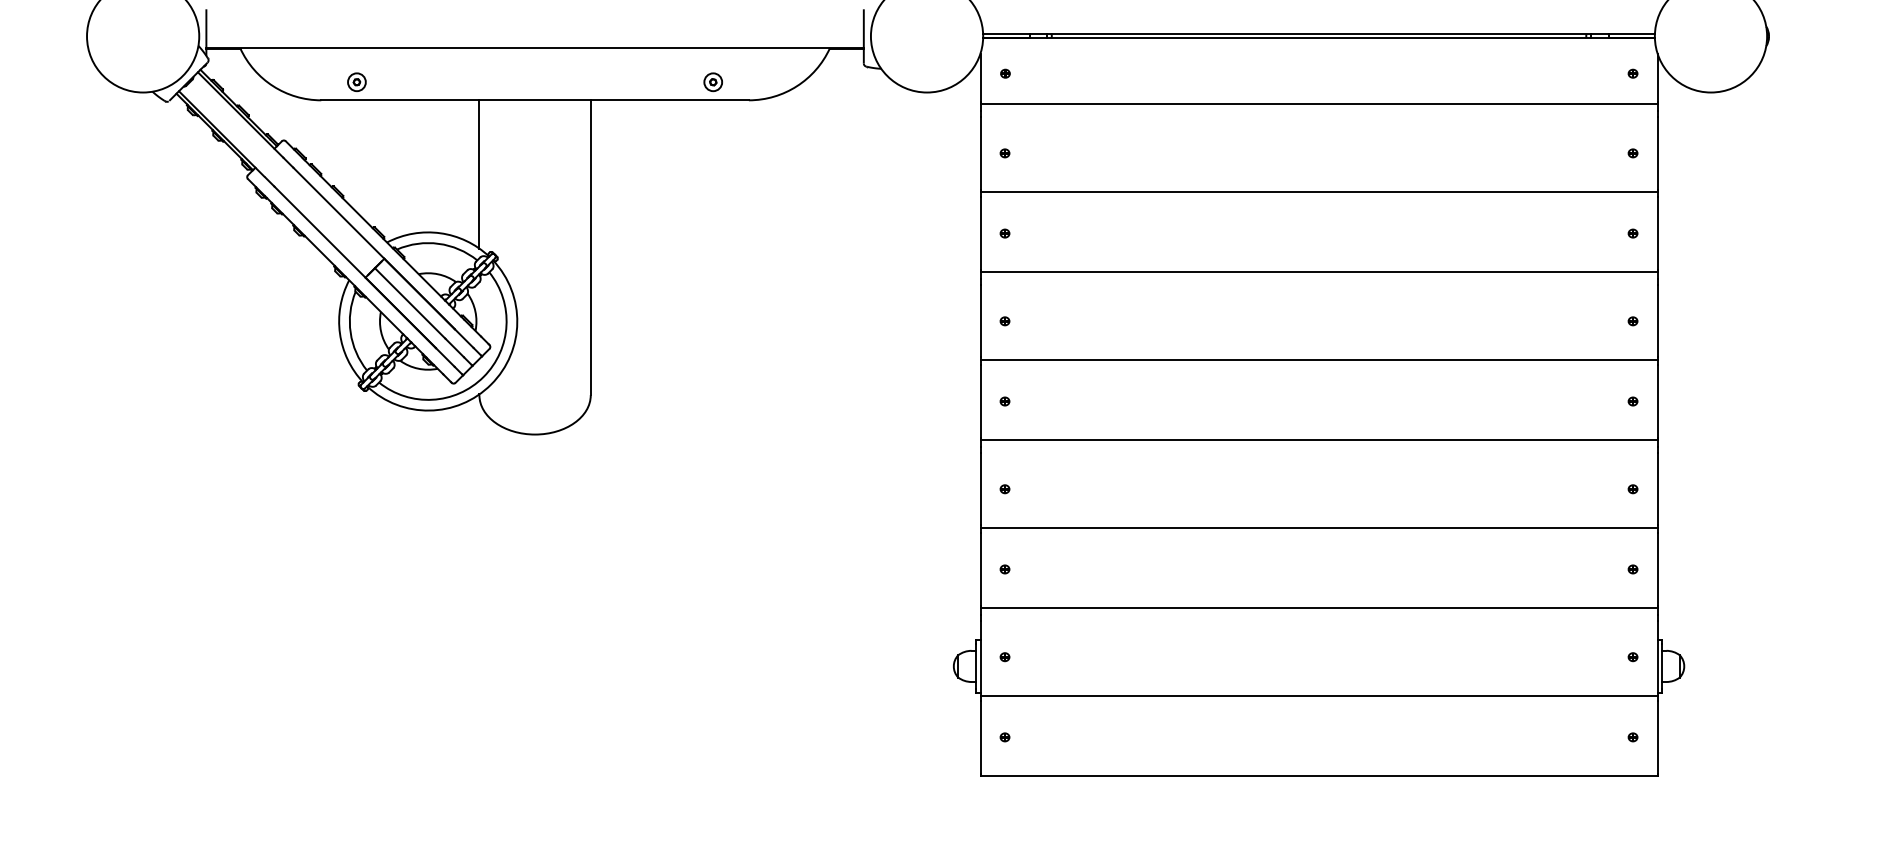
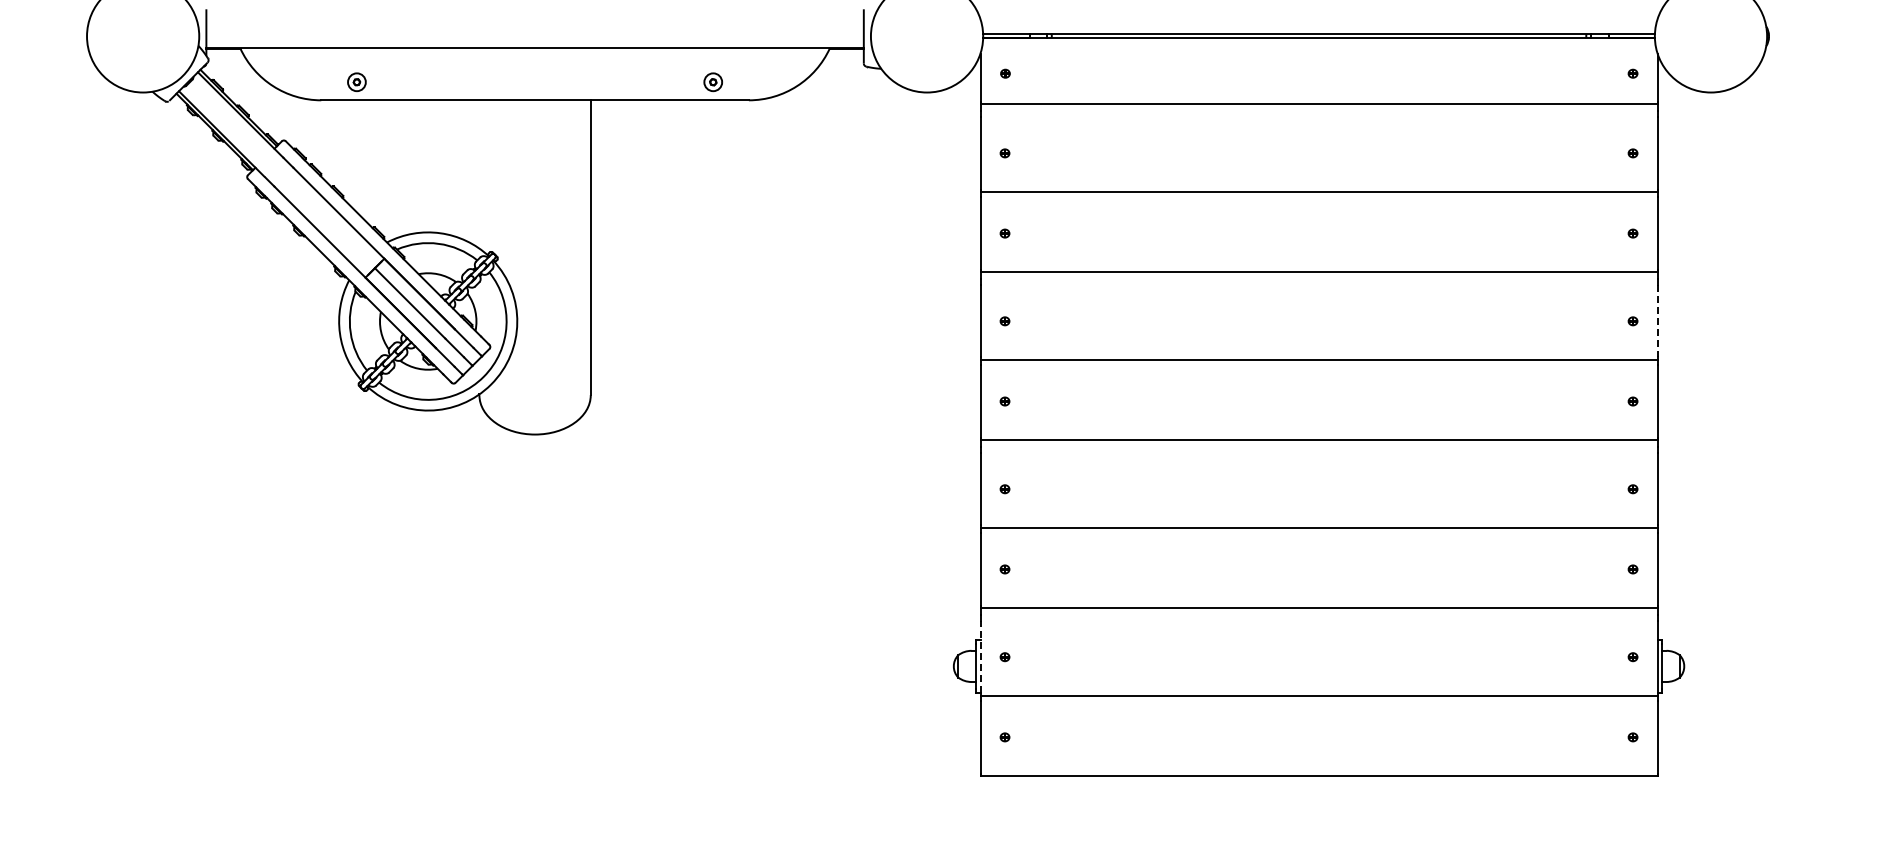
line at (479, 174): present -> none
line at (1657, 321): solid -> dashed
line at (980, 656): solid -> dashed
